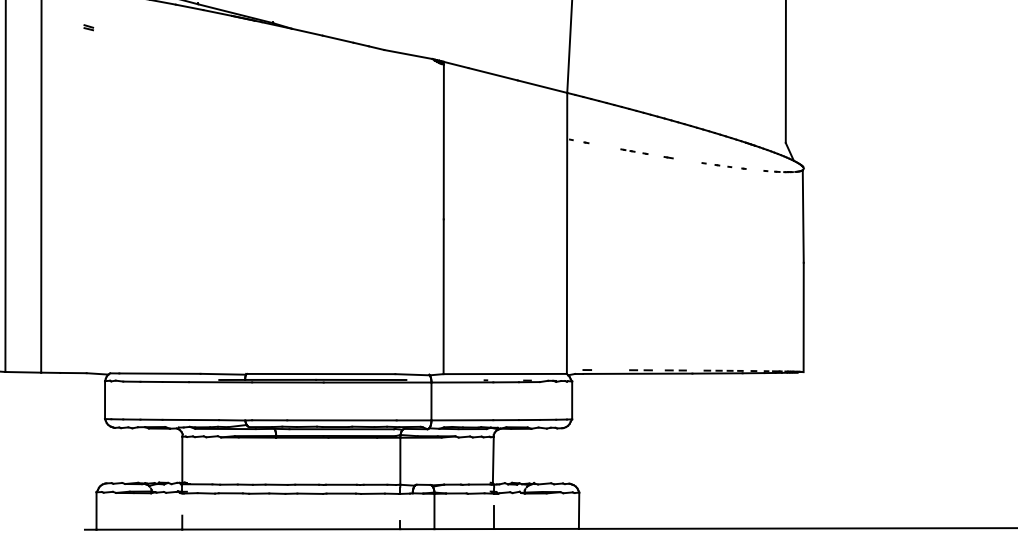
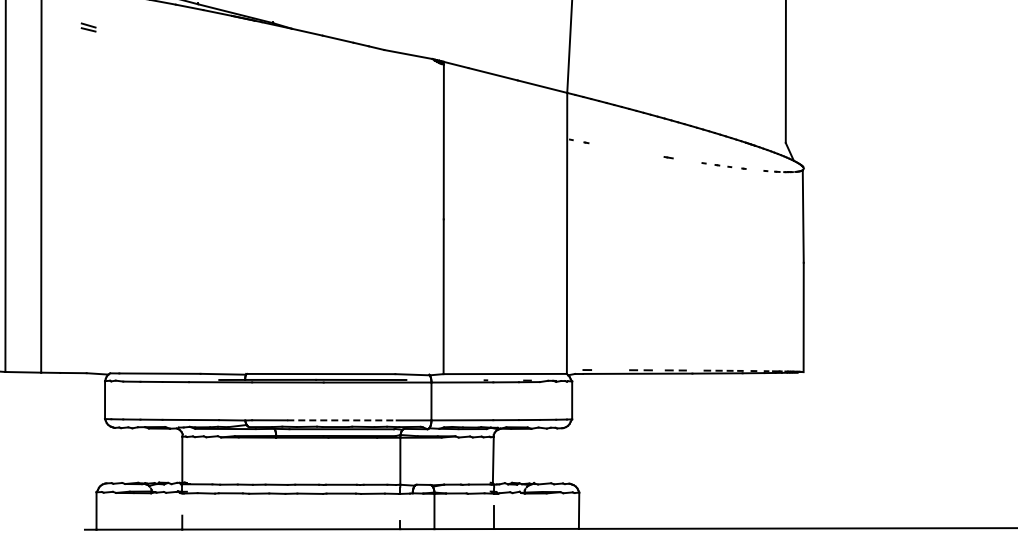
part at (88, 27) size: 12x8 px -> 17x11 px
part at (634, 151): present -> none
line at (341, 420): solid -> dashed
